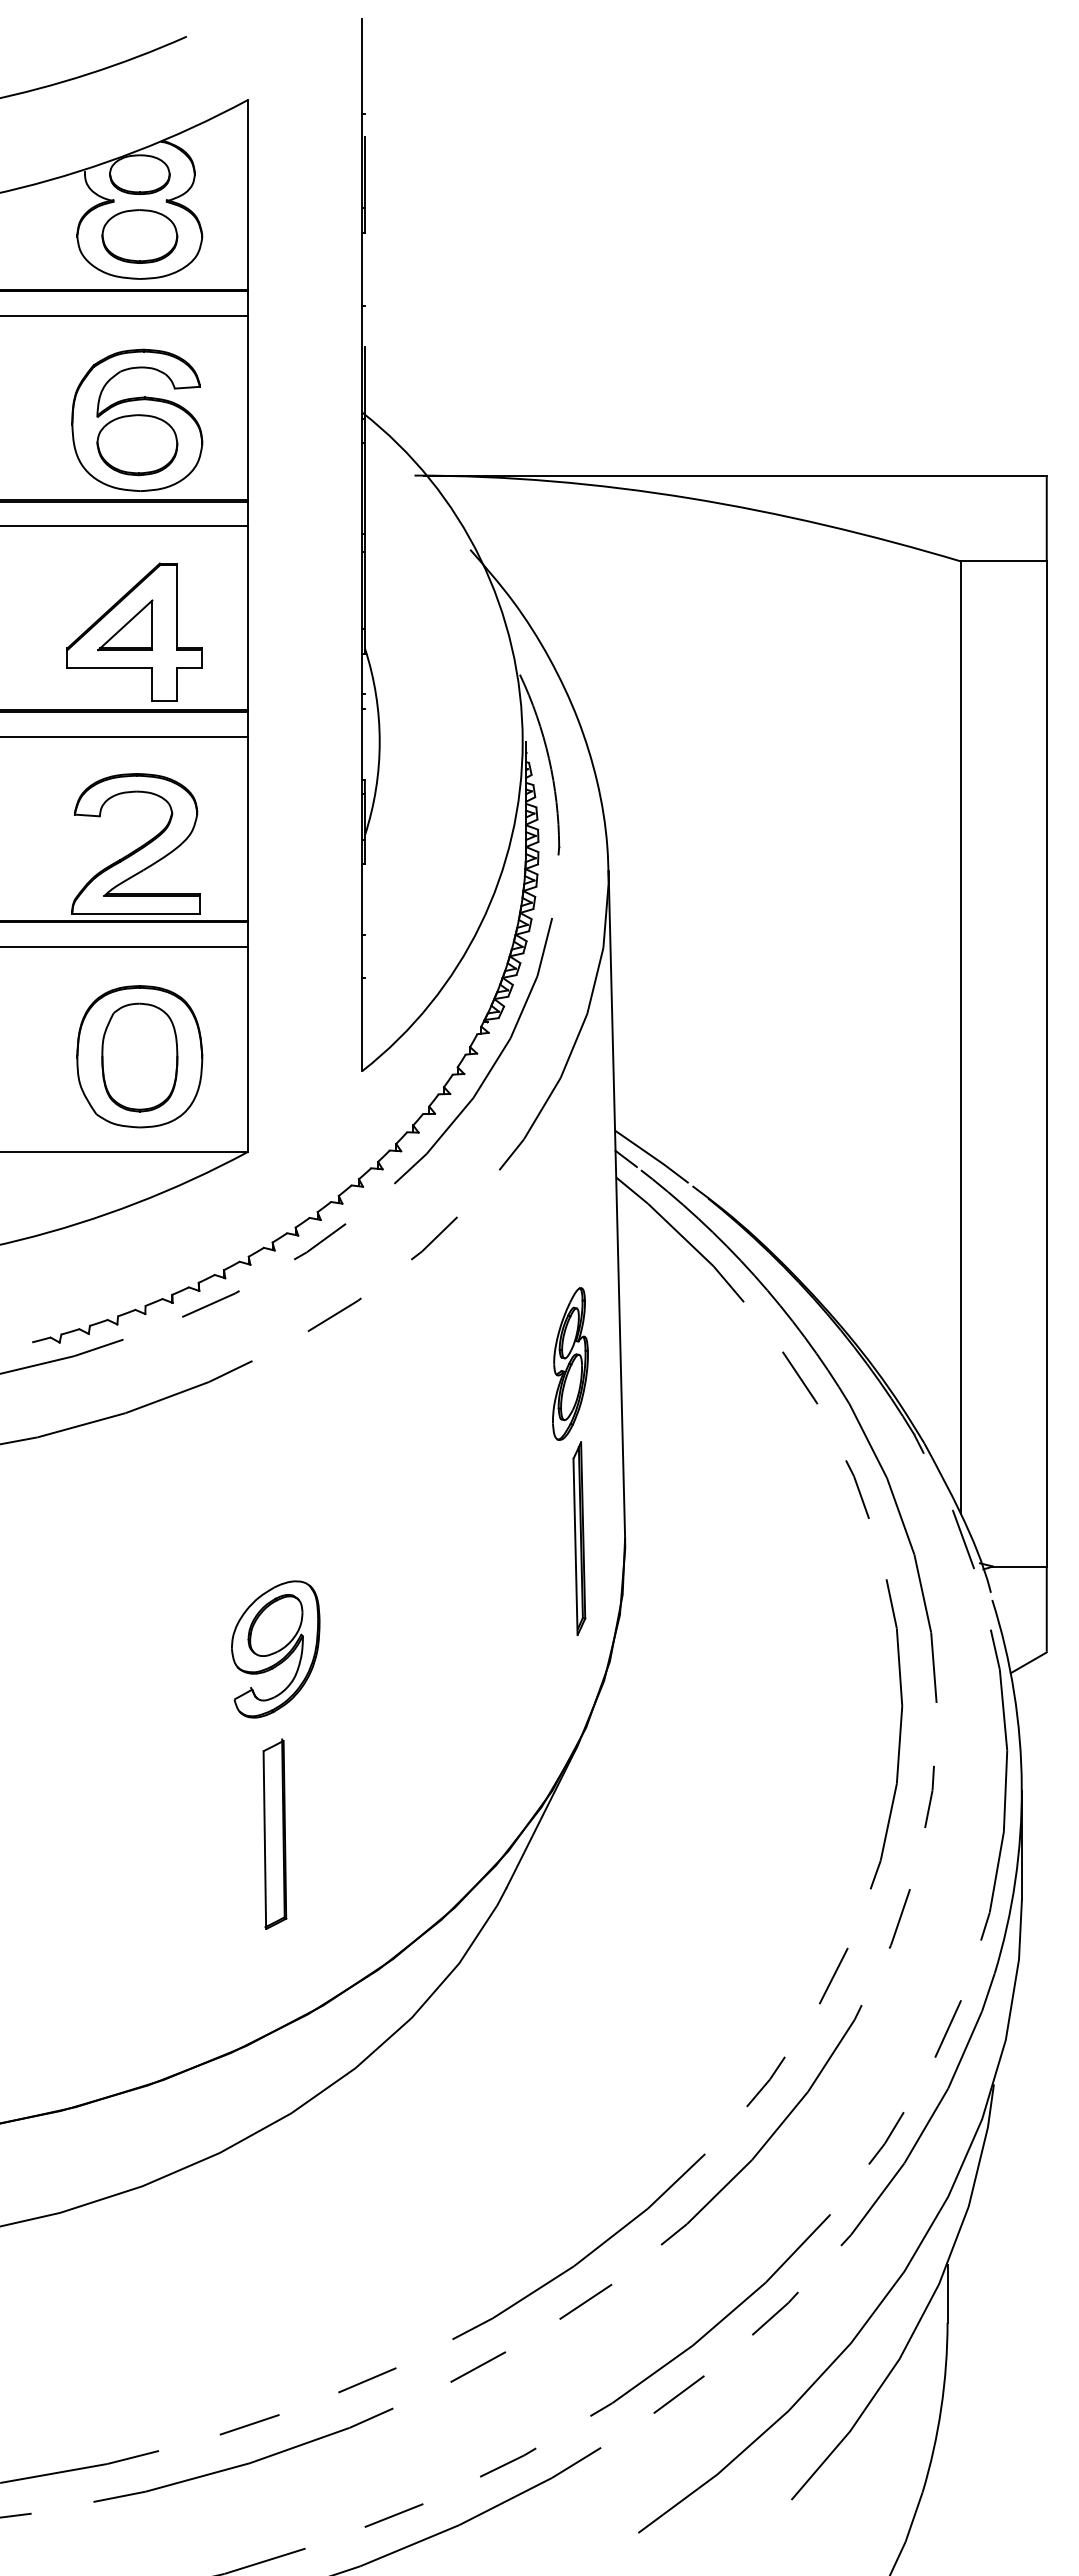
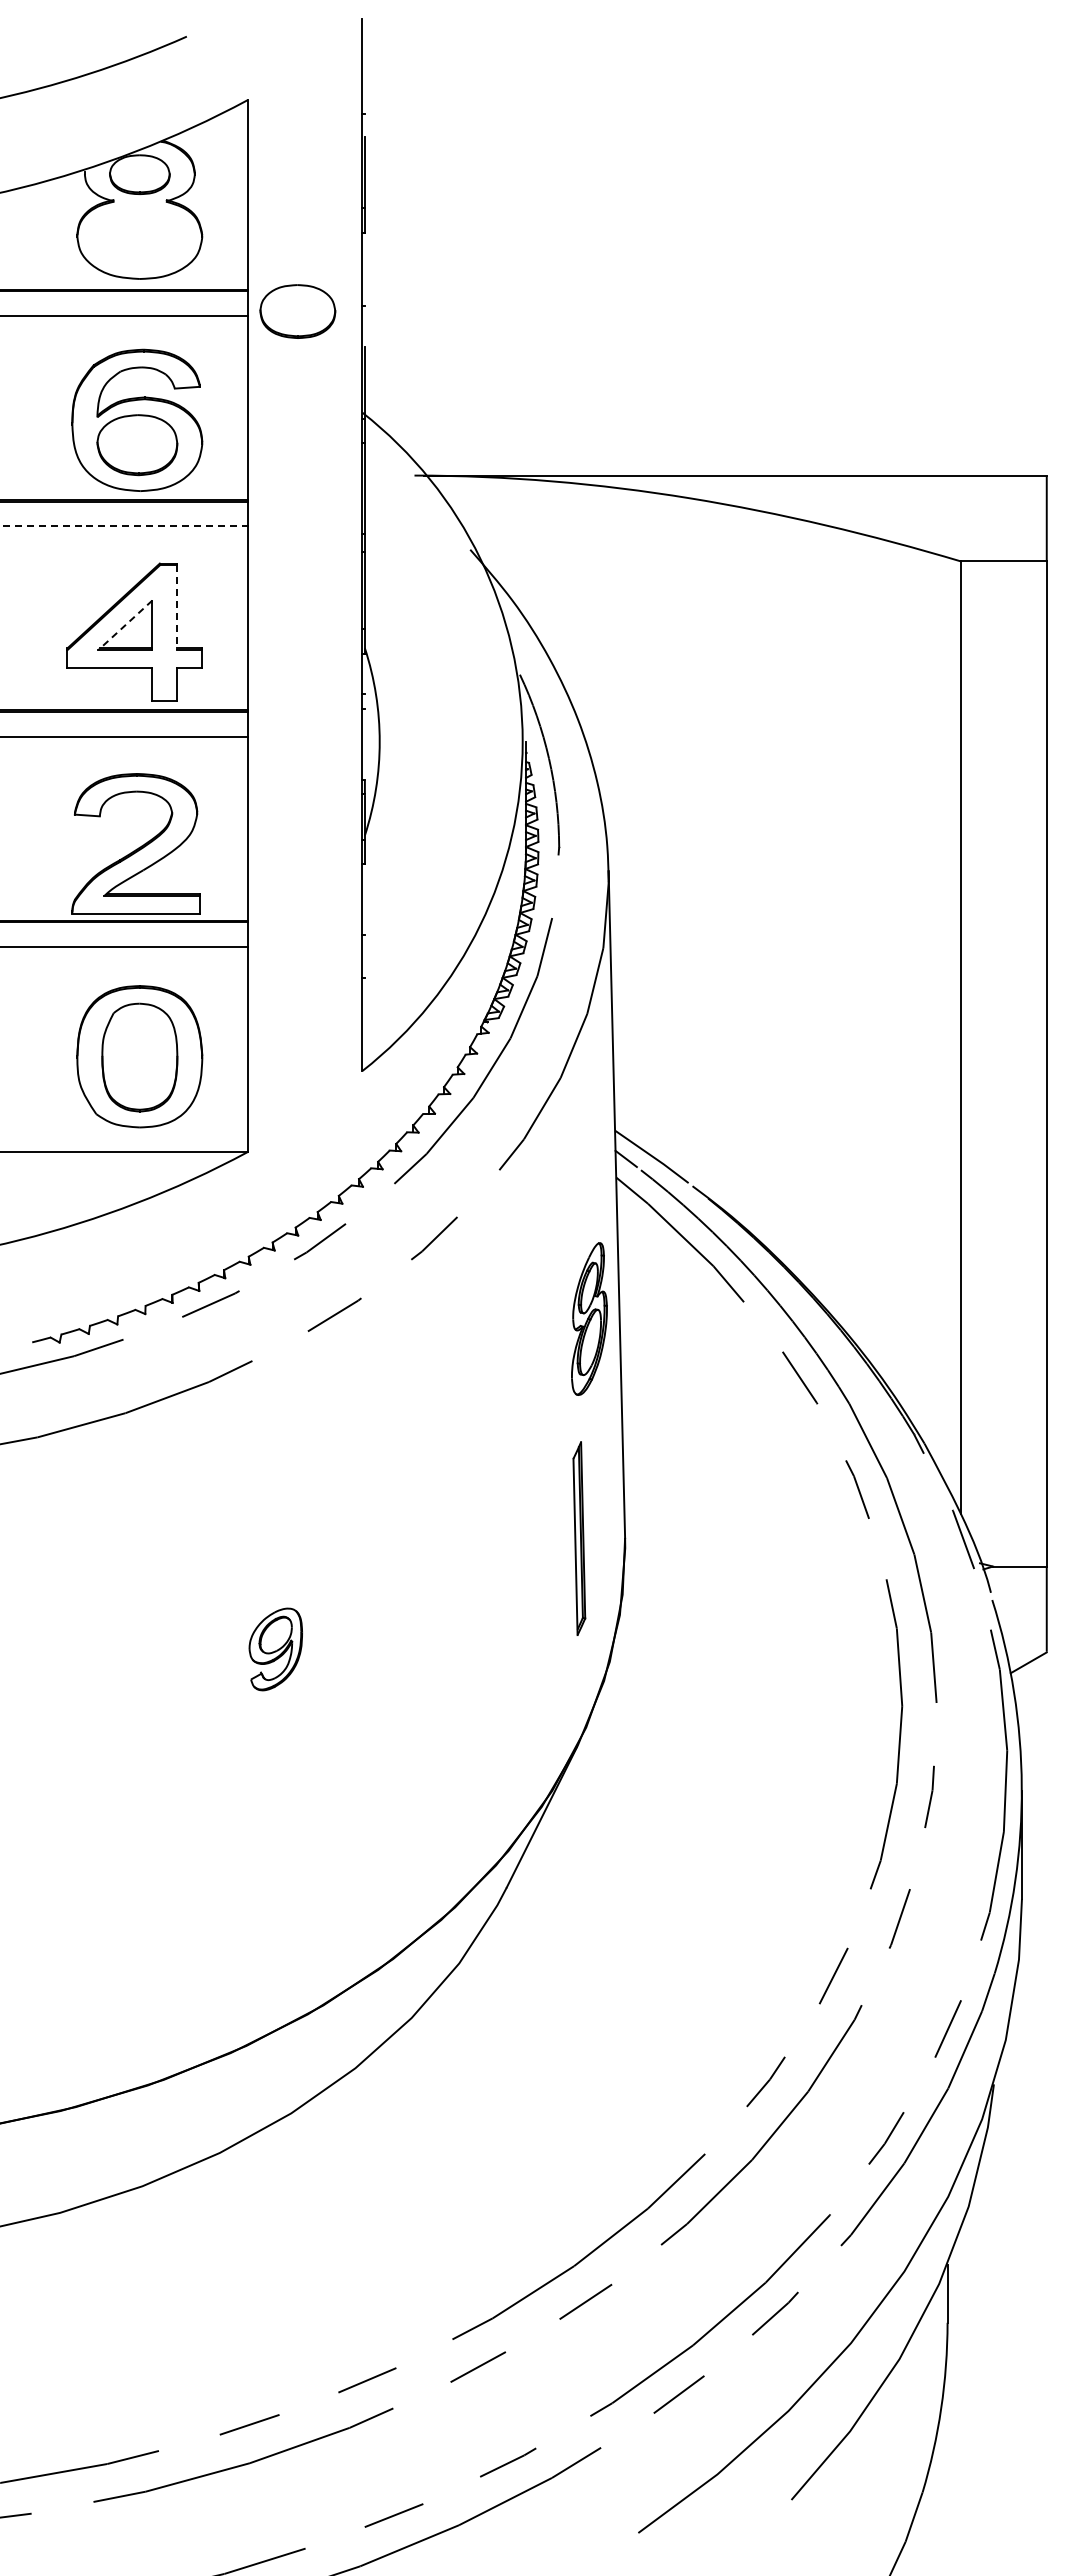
part at (139, 236) position: (139, 236) -> (297, 311)
line at (124, 526): solid -> dashed
line at (177, 608): solid -> dashed
line at (125, 625): solid -> dashed
part at (570, 1363) position: (570, 1363) -> (589, 1318)
part at (275, 1649) size: 90x139 px -> 55x85 px
part at (274, 1833): present -> none
